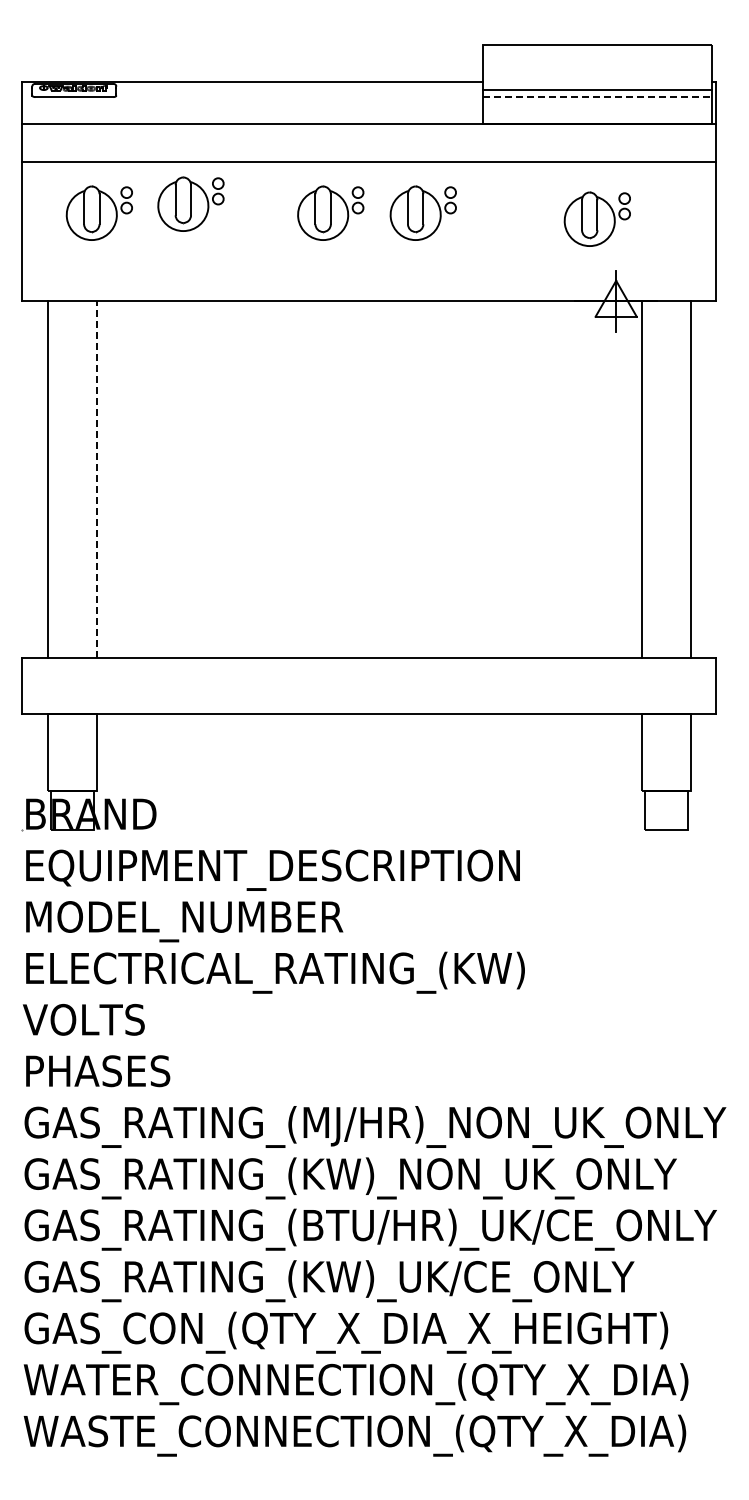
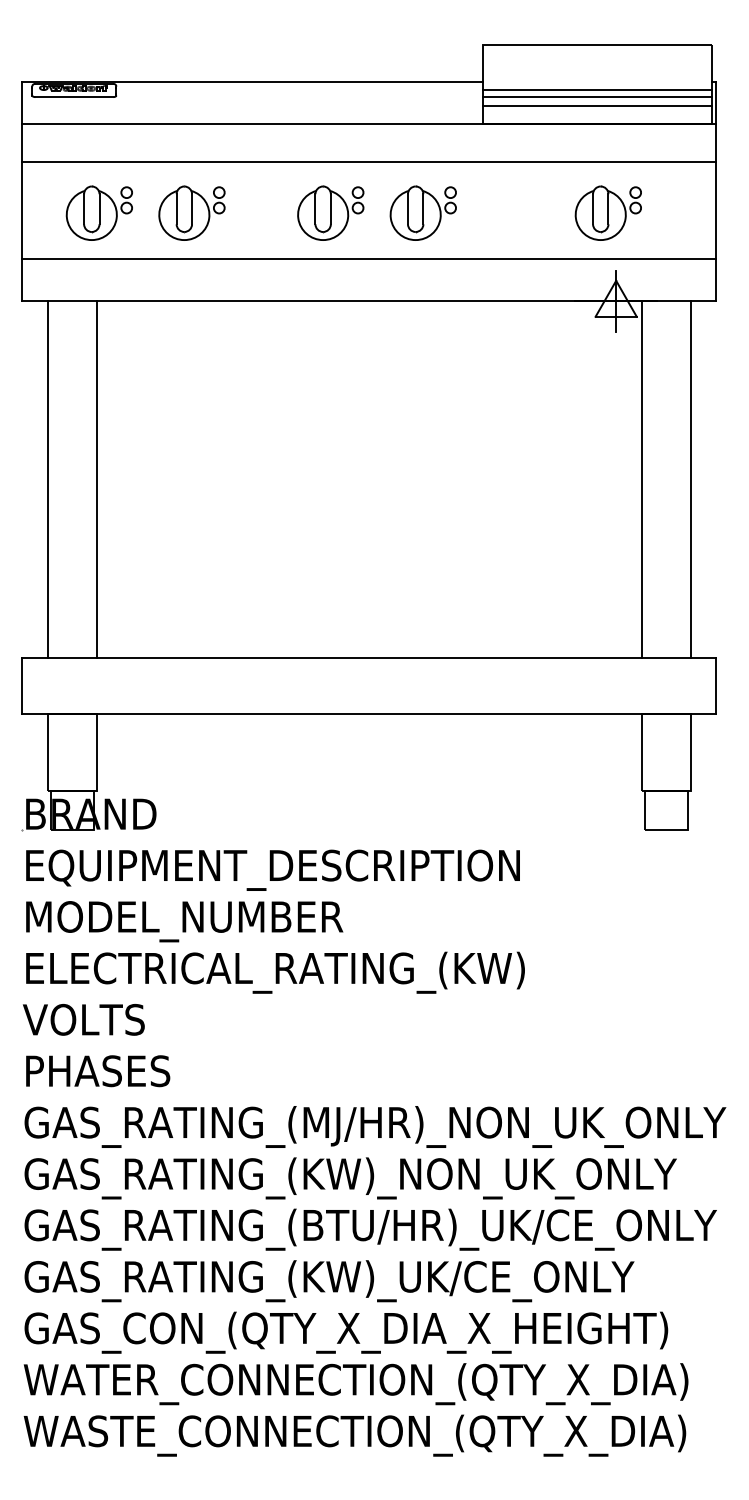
line at (597, 97): dashed -> solid
line at (597, 106): none -> present
part at (190, 203) position: (190, 203) -> (191, 212)
part at (596, 218) position: (596, 218) -> (607, 212)
line at (369, 258): none -> present
line at (97, 479): dashed -> solid
